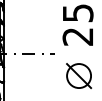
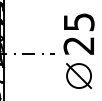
text at (77, 24) position: (77, 24) -> (78, 33)
